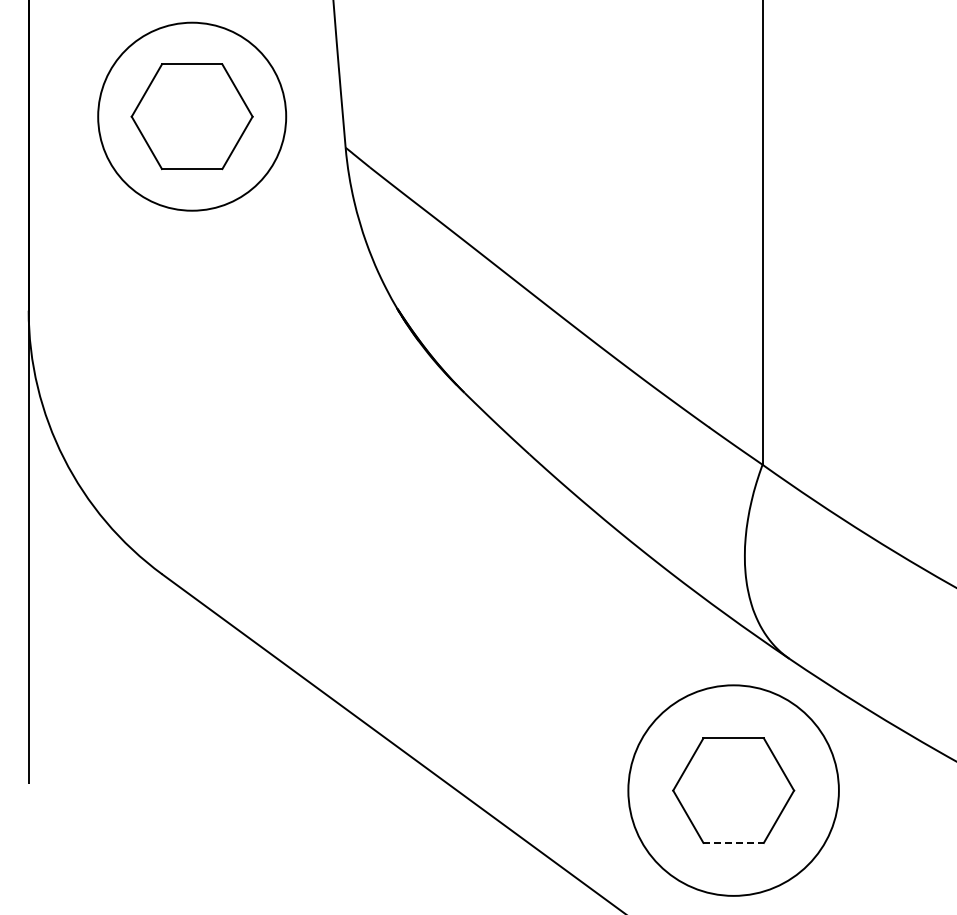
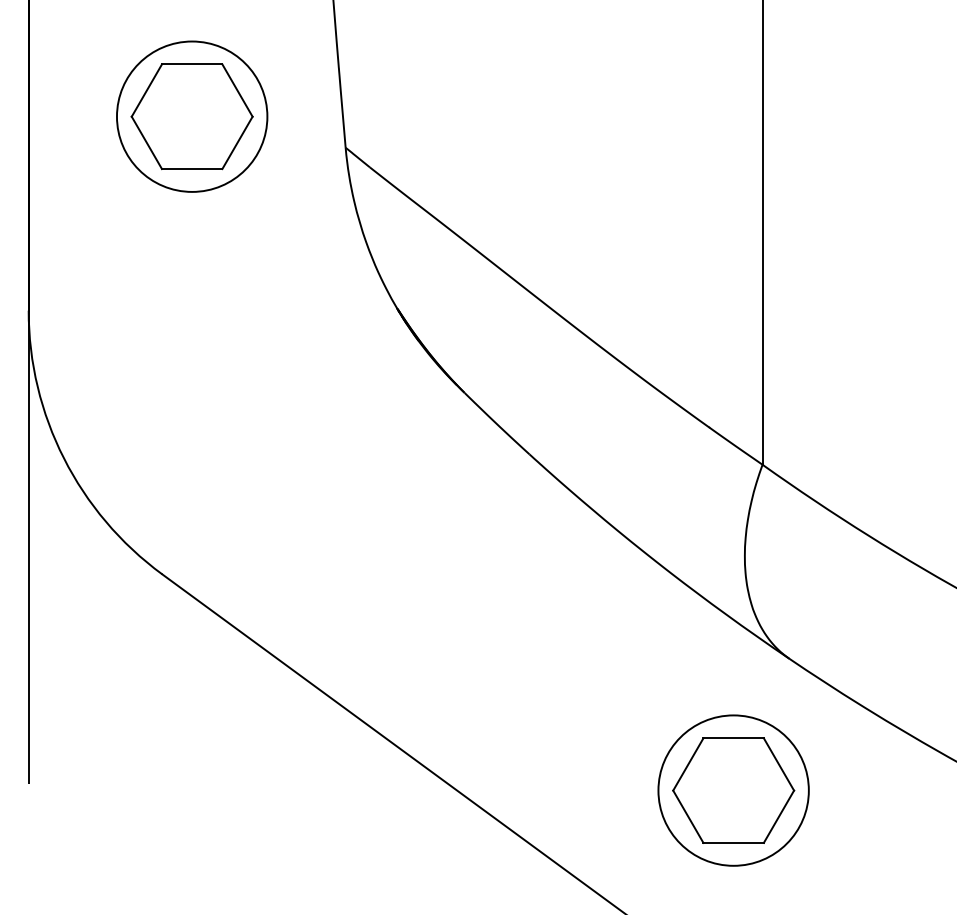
circle at (192, 116) diameter: 188 px -> 150 px
circle at (733, 790) diameter: 211 px -> 150 px
line at (734, 842): dashed -> solid
